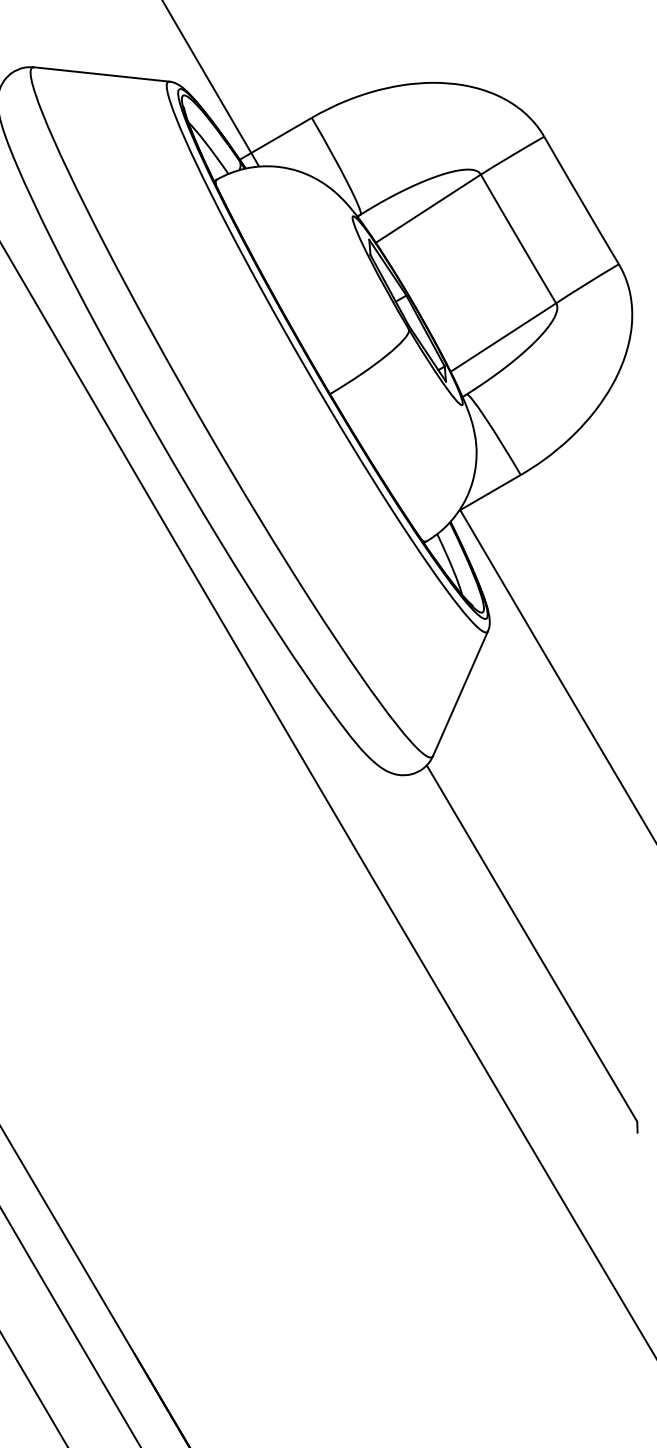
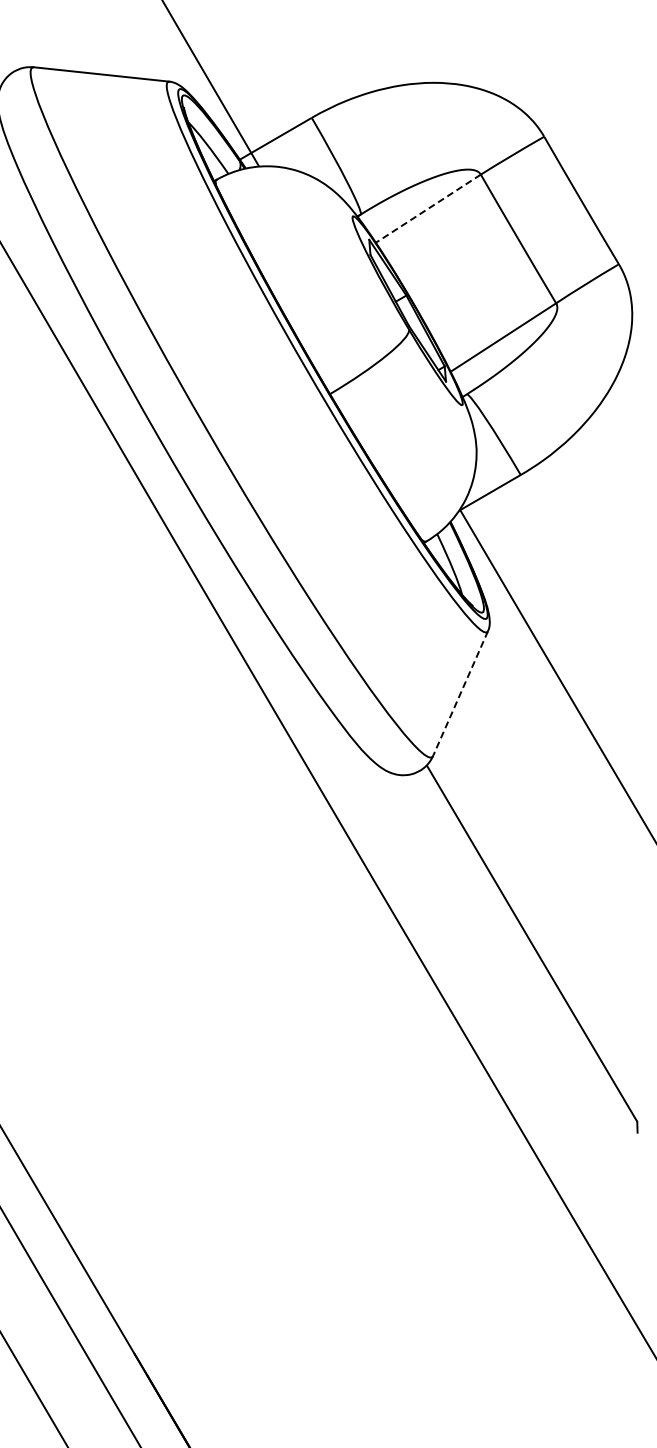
line at (428, 208): solid -> dashed
line at (460, 693): solid -> dashed
